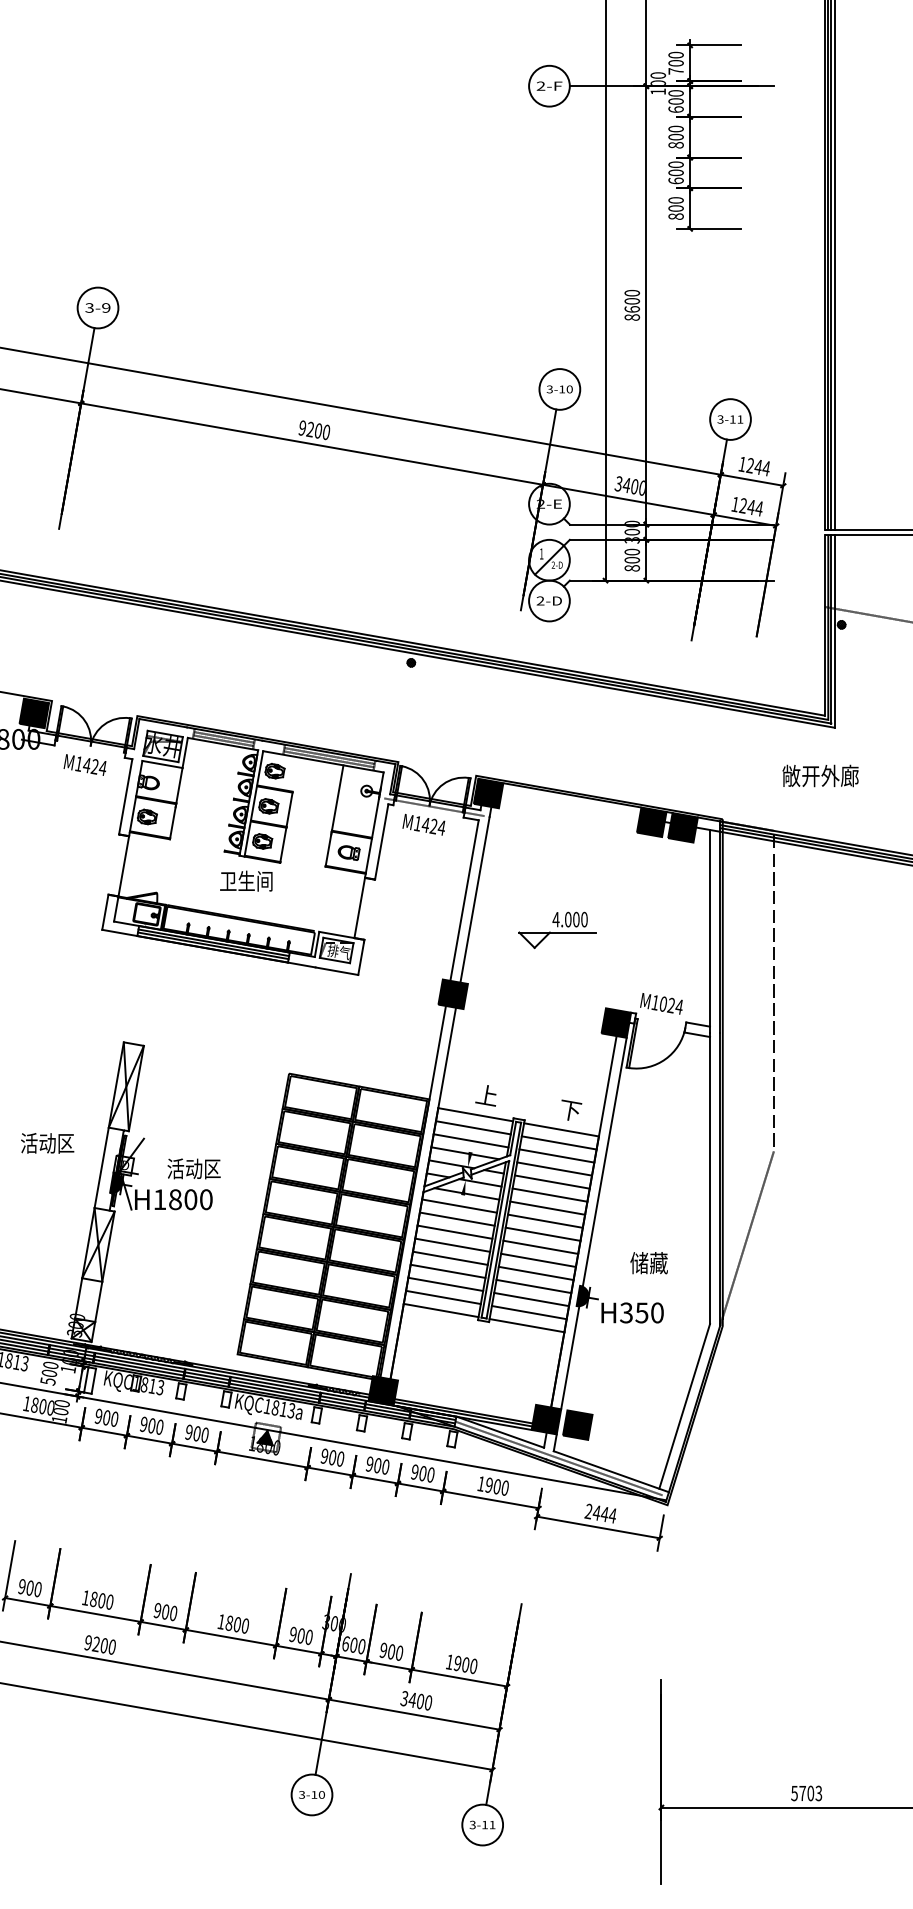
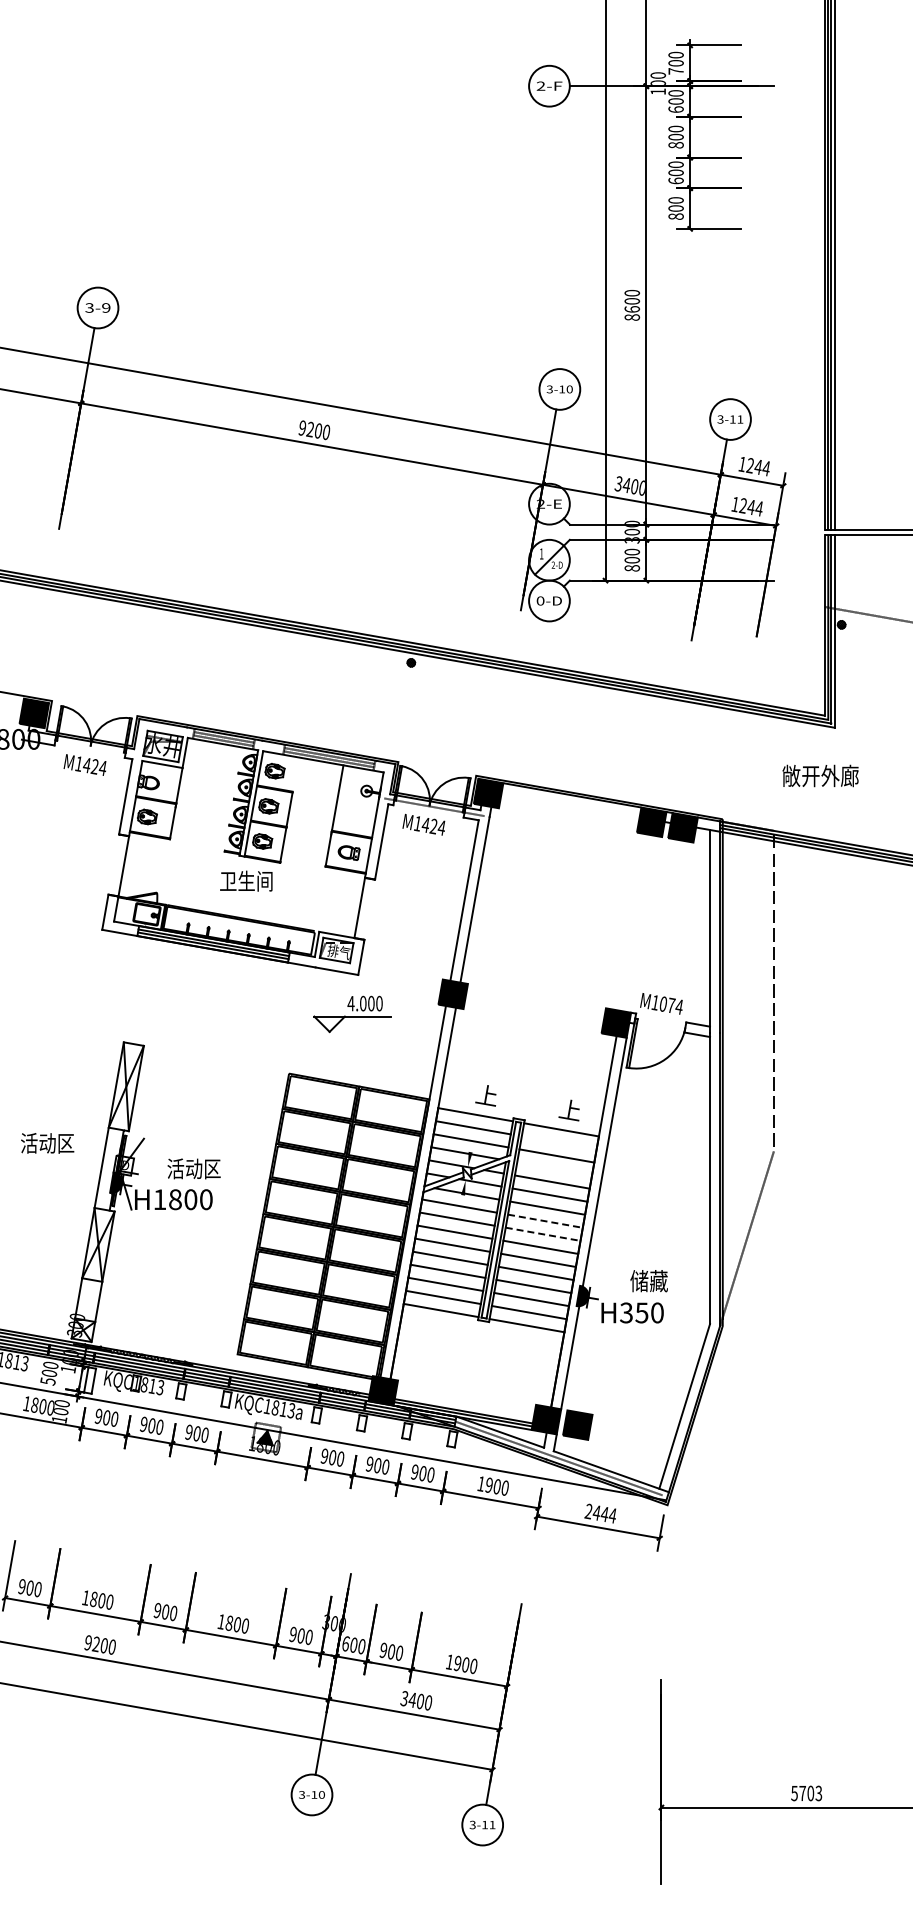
text at (540, 600): 2-D -> 0-D
part at (557, 930) position: (557, 930) -> (352, 1014)
text at (671, 1005): M1024 -> M1074
text at (570, 1110): 下 -> 上
line at (558, 1142): present -> none
line at (554, 1168): present -> none
line at (545, 1221): solid -> dashed
line at (543, 1234): solid -> dashed
text at (648, 1263) position: (648, 1263) -> (648, 1281)
